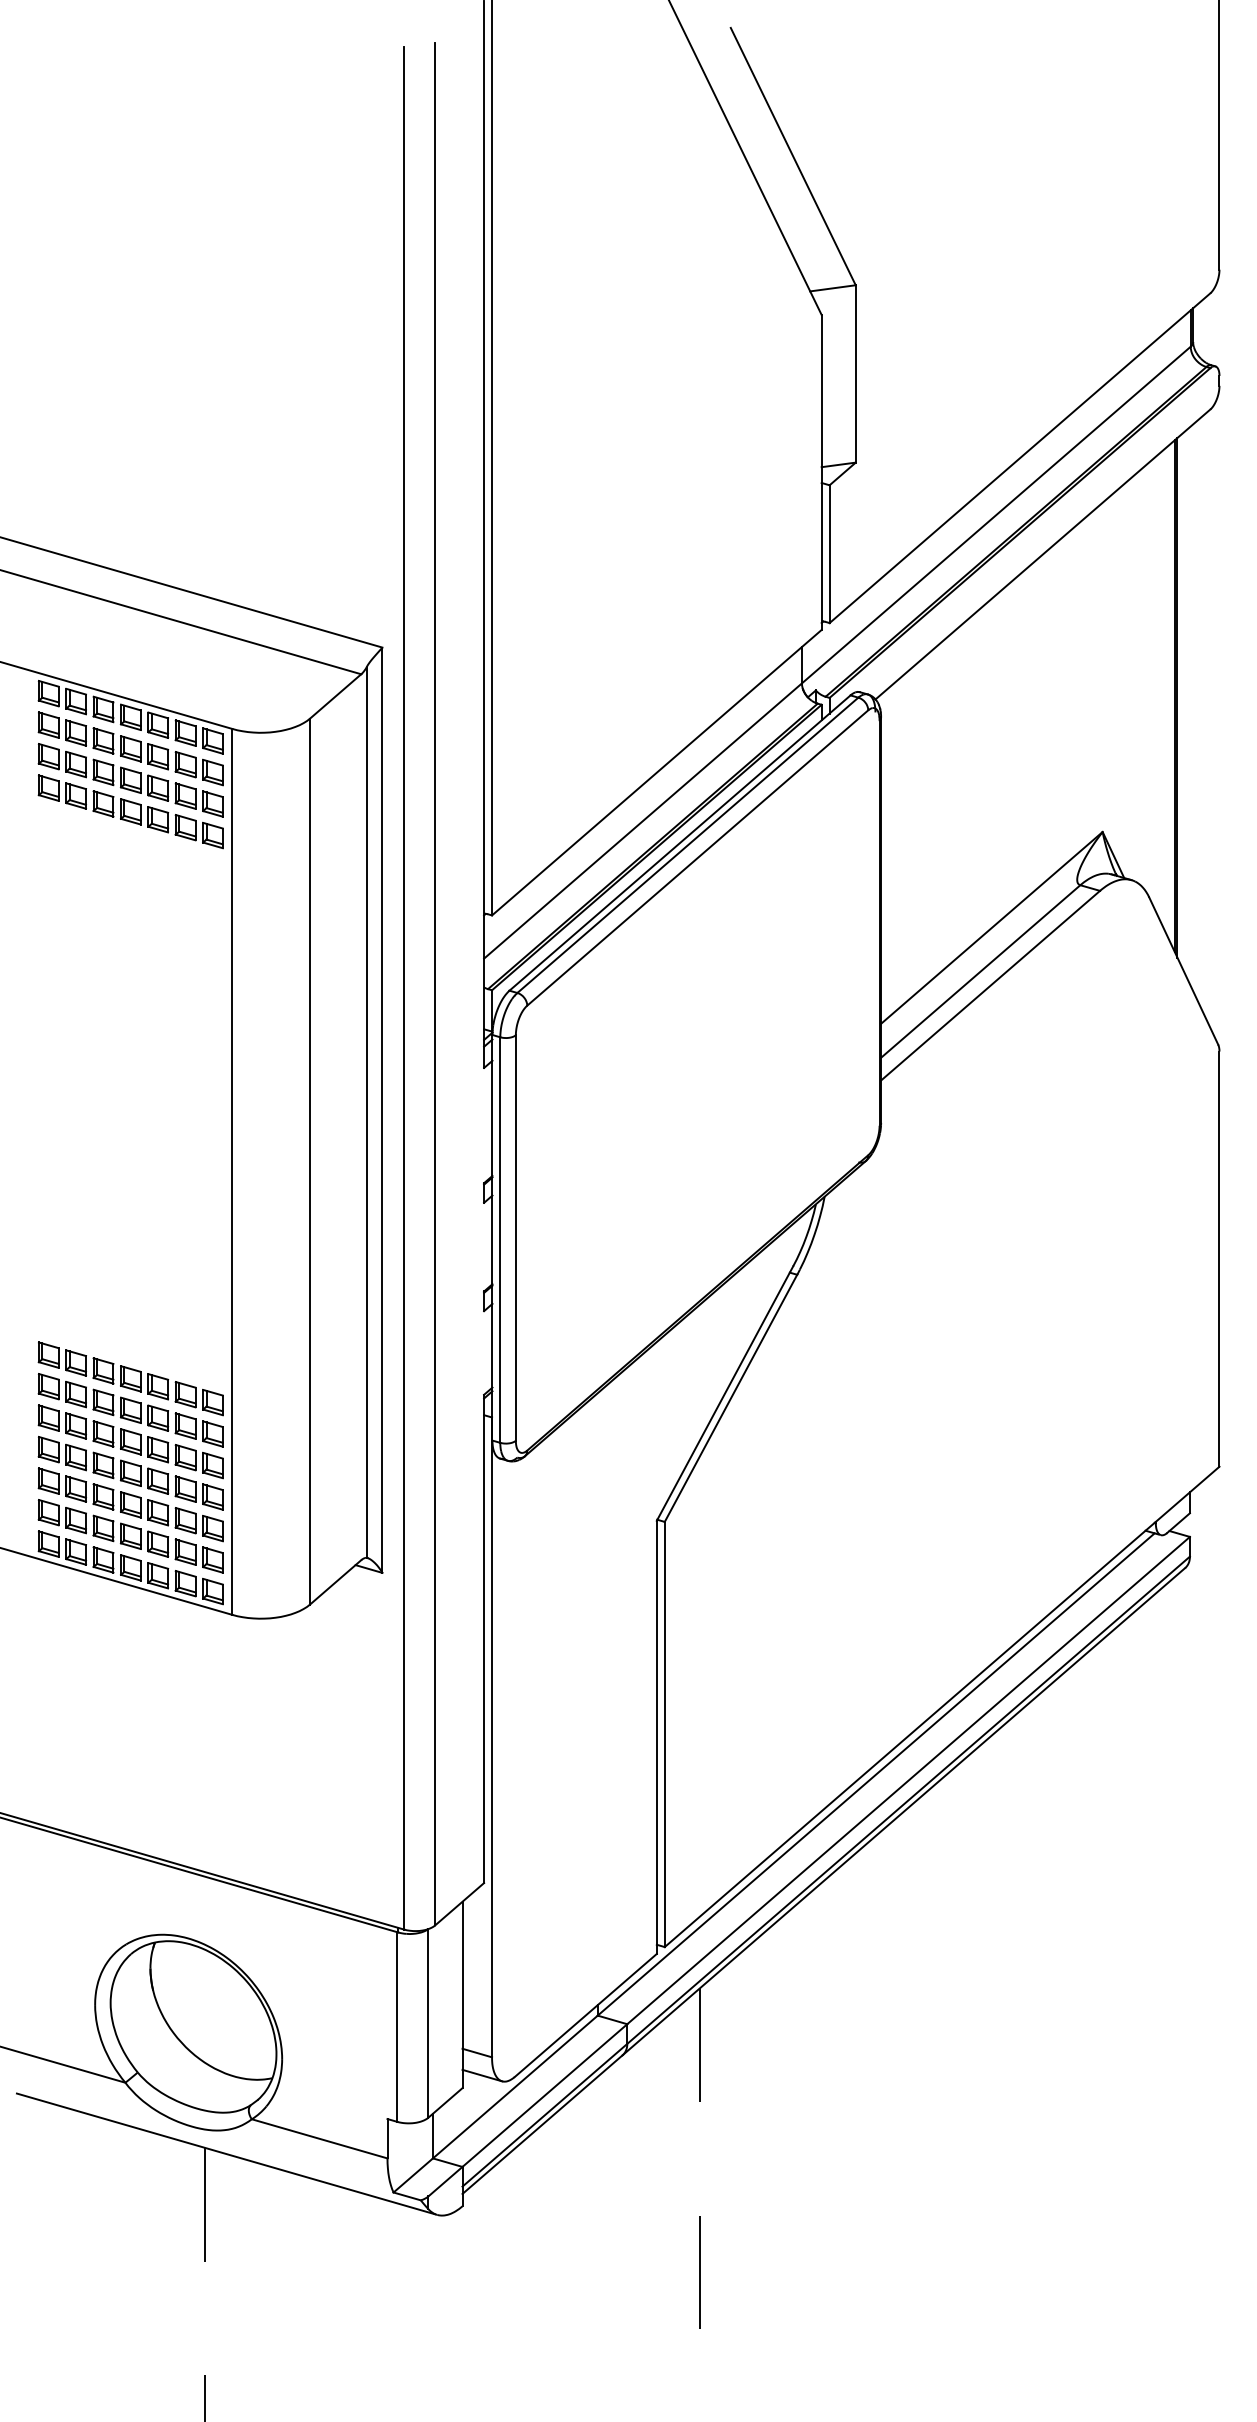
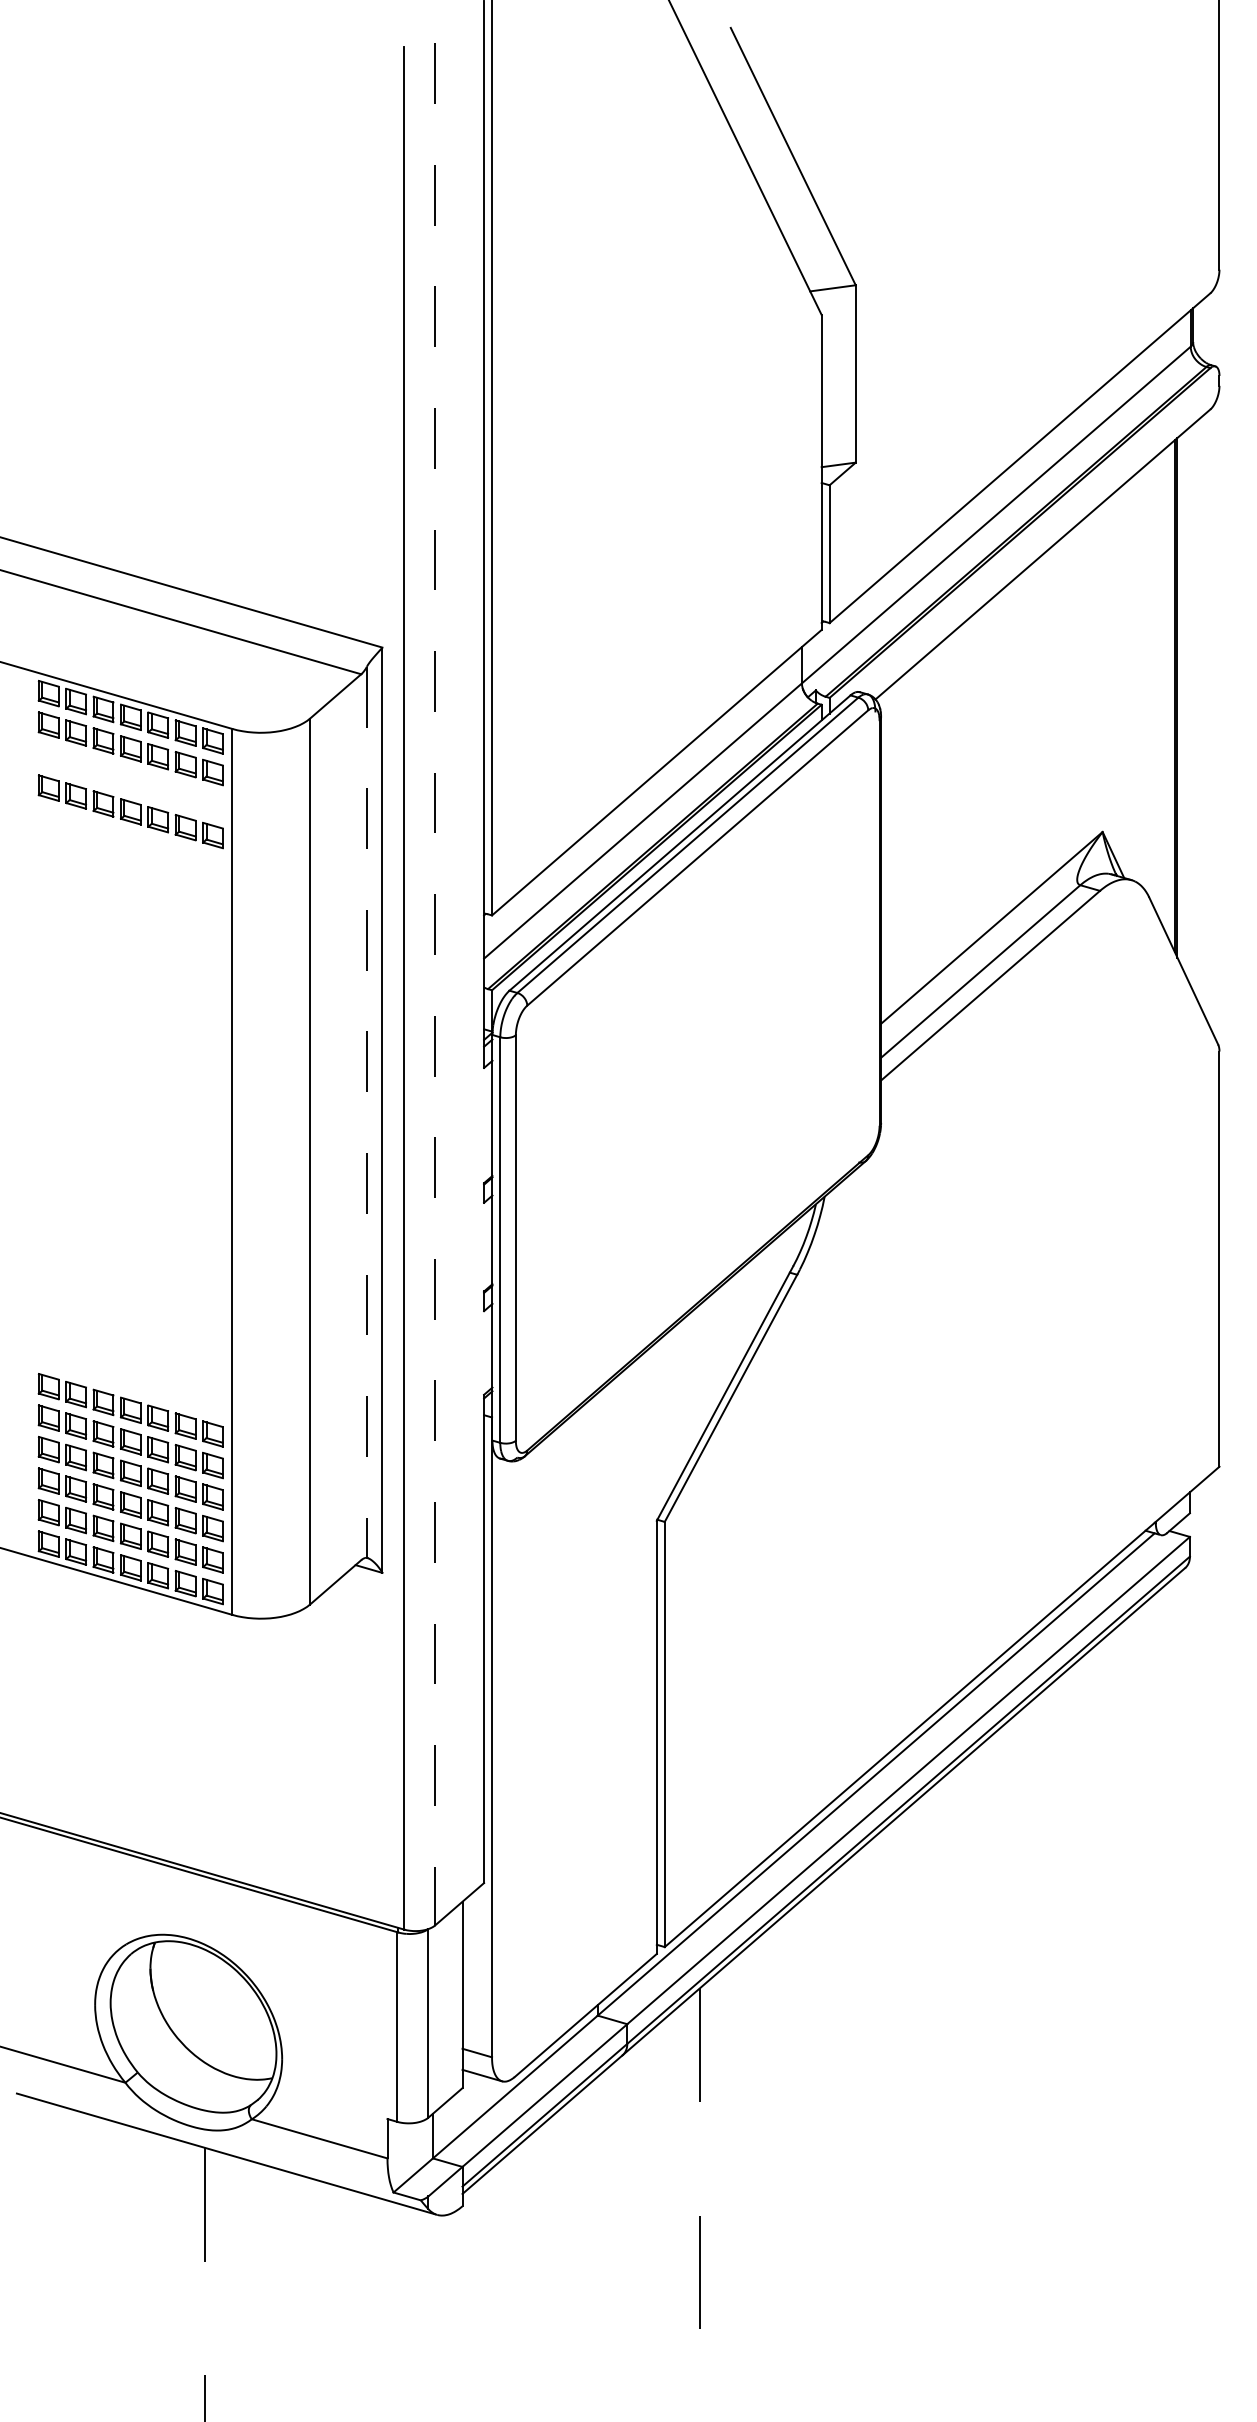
part at (130, 780): present -> none
line at (435, 984): solid -> dashed
line at (366, 1112): solid -> dashed
part at (130, 1378): present -> none
